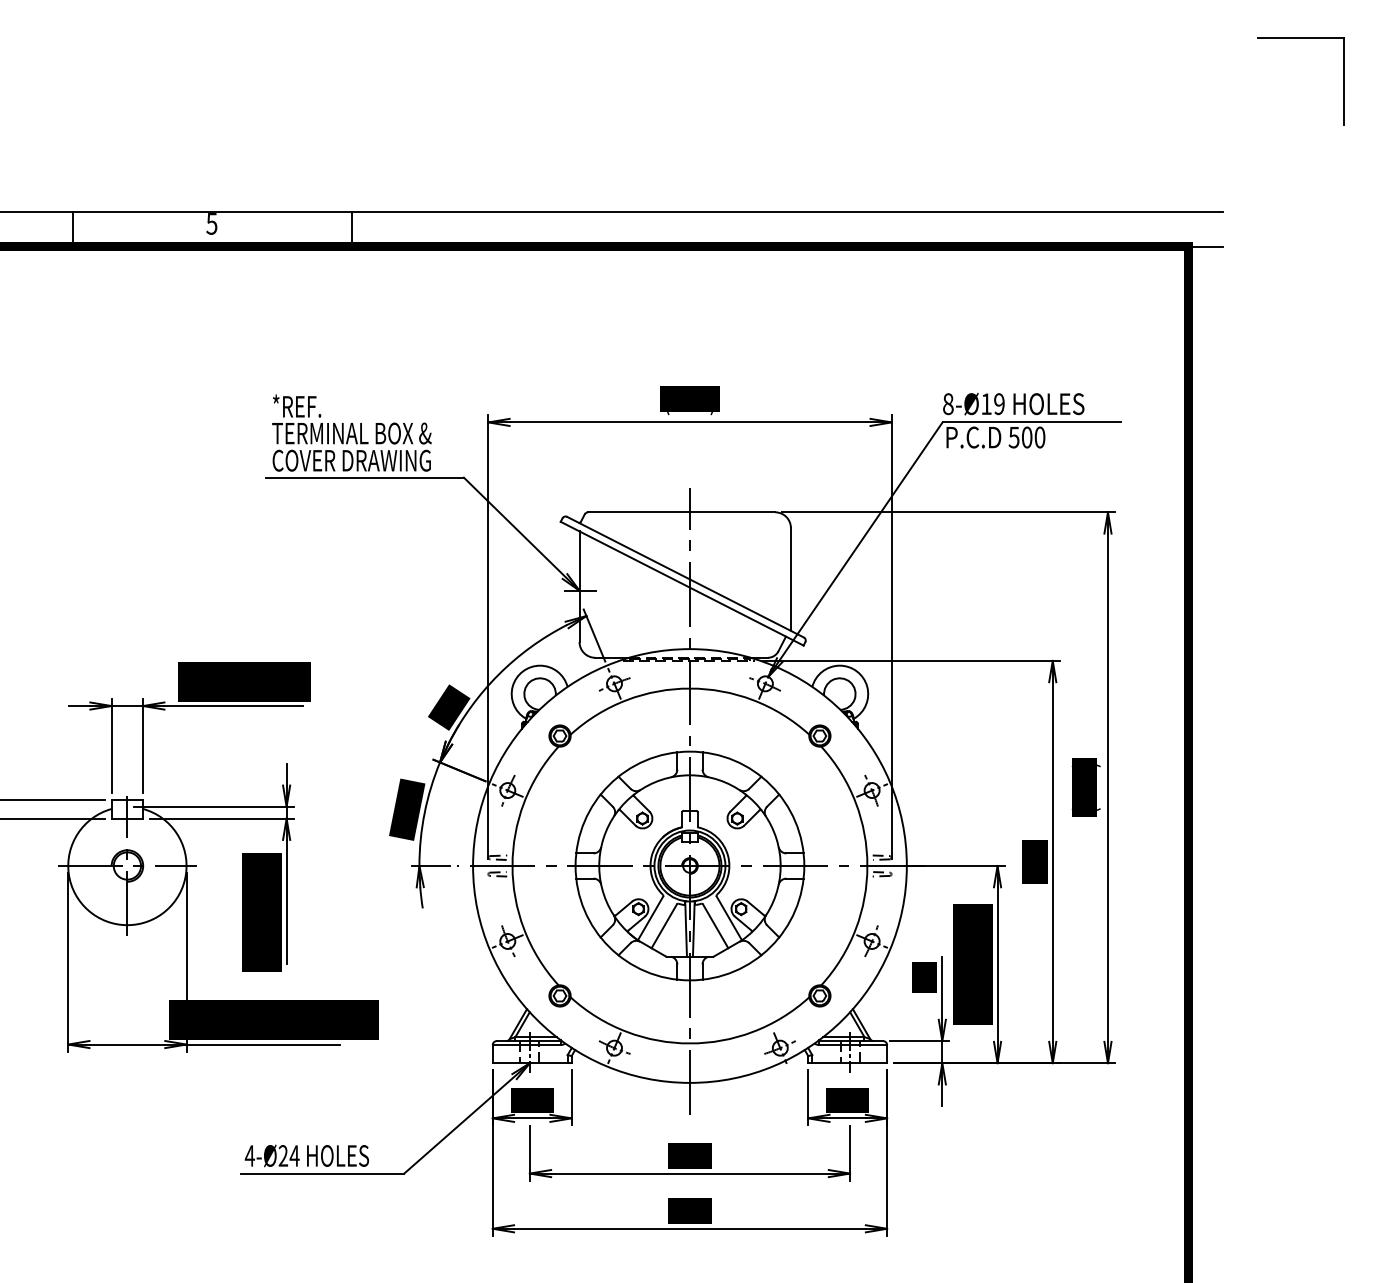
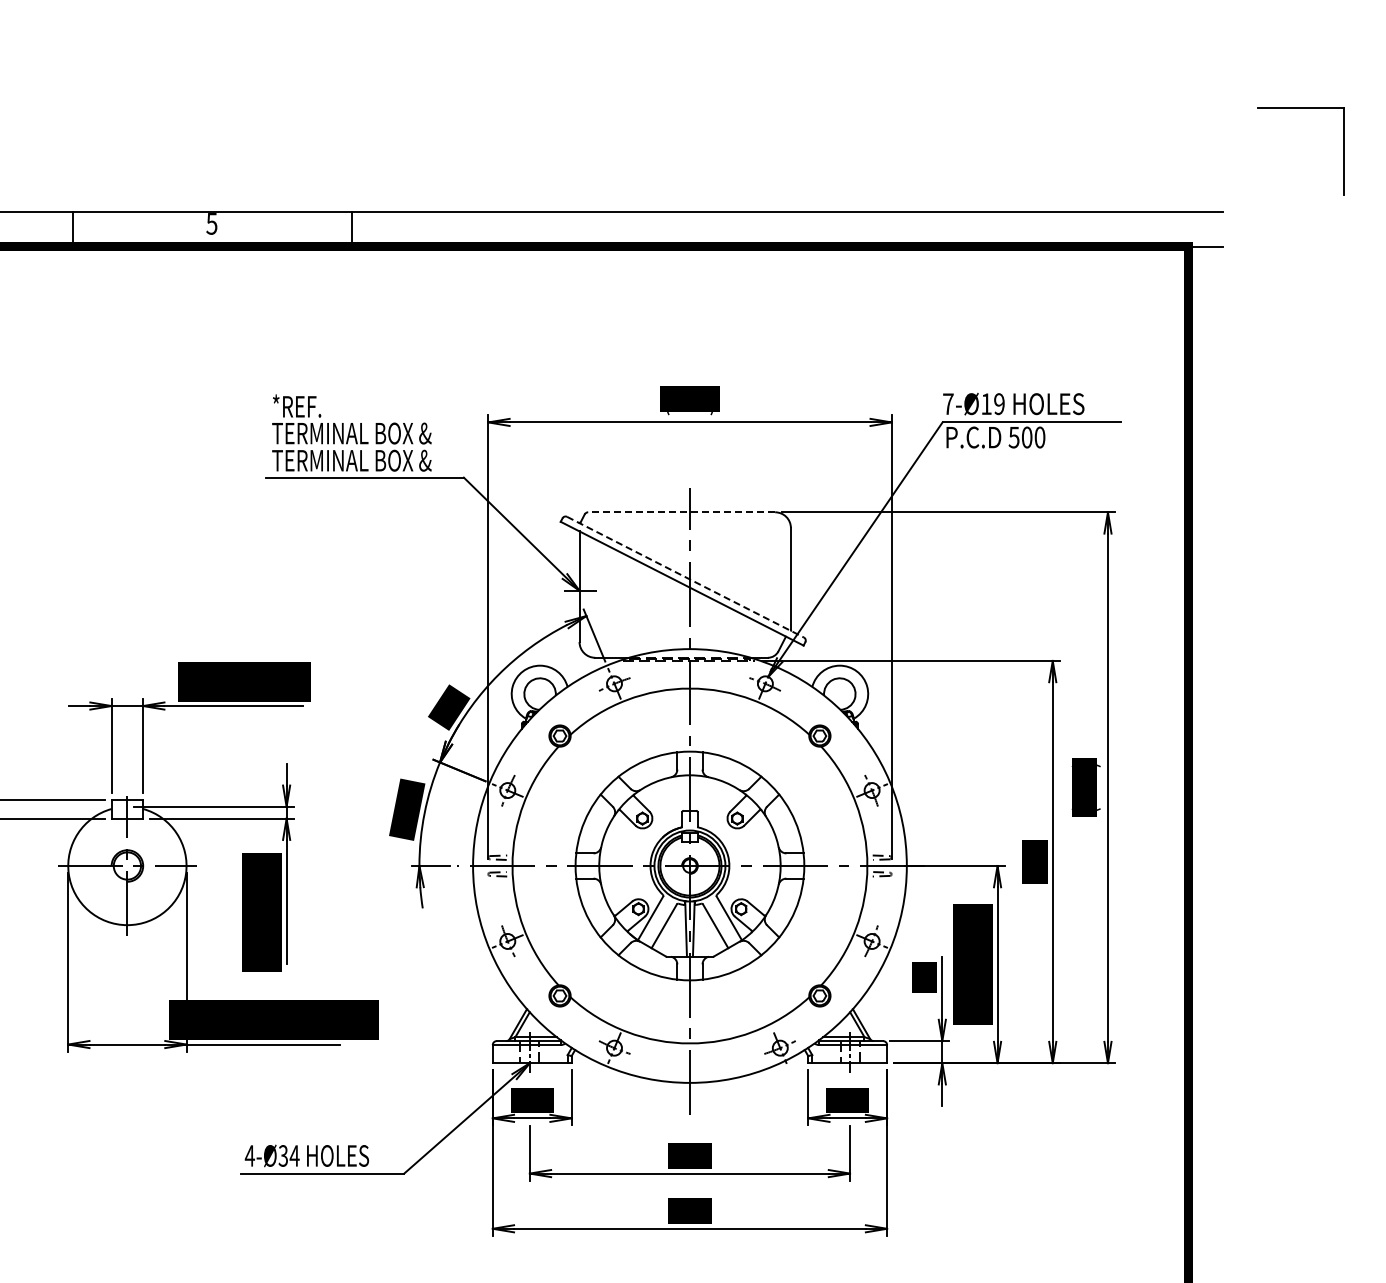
part at (1300, 38) position: (1300, 38) -> (1300, 108)
text at (948, 404): 8-Ø19 -> 7-Ø19
text at (351, 460): COVER DRAWING -> TERMINAL BOX &
line at (681, 512): solid -> dashed
line at (685, 577): solid -> dashed
text at (283, 1155): 4-Ø24 -> 4-Ø34
